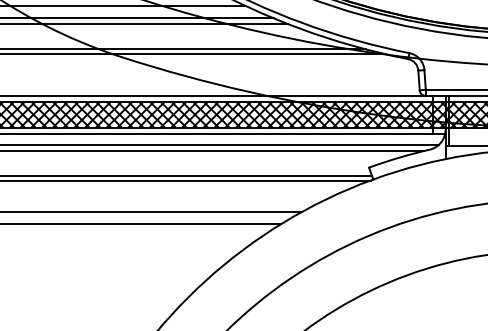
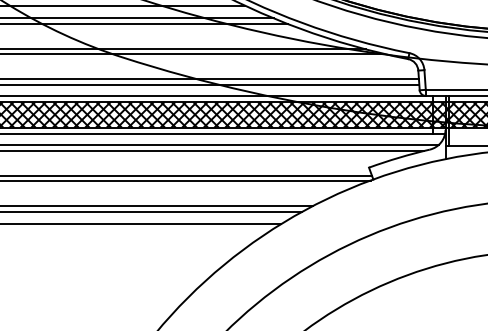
line at (210, 78): none -> present
line at (210, 84): none -> present
line at (157, 205): none -> present
